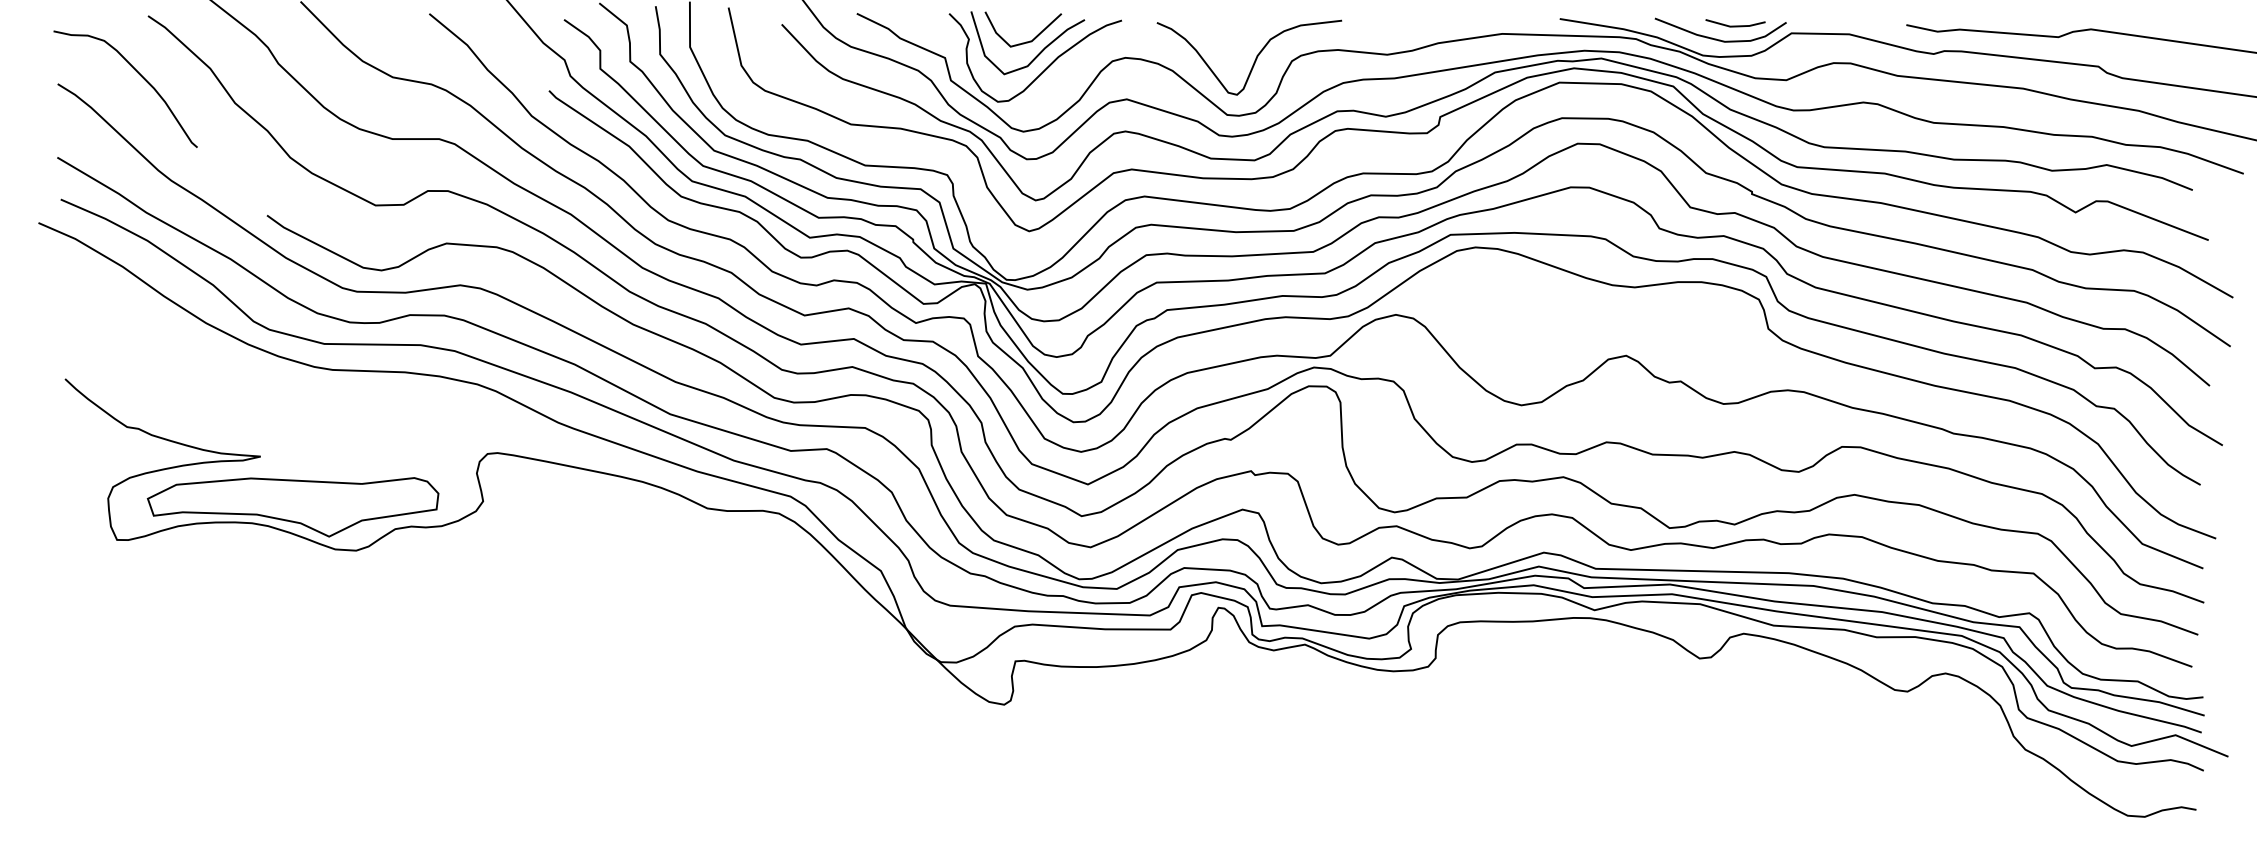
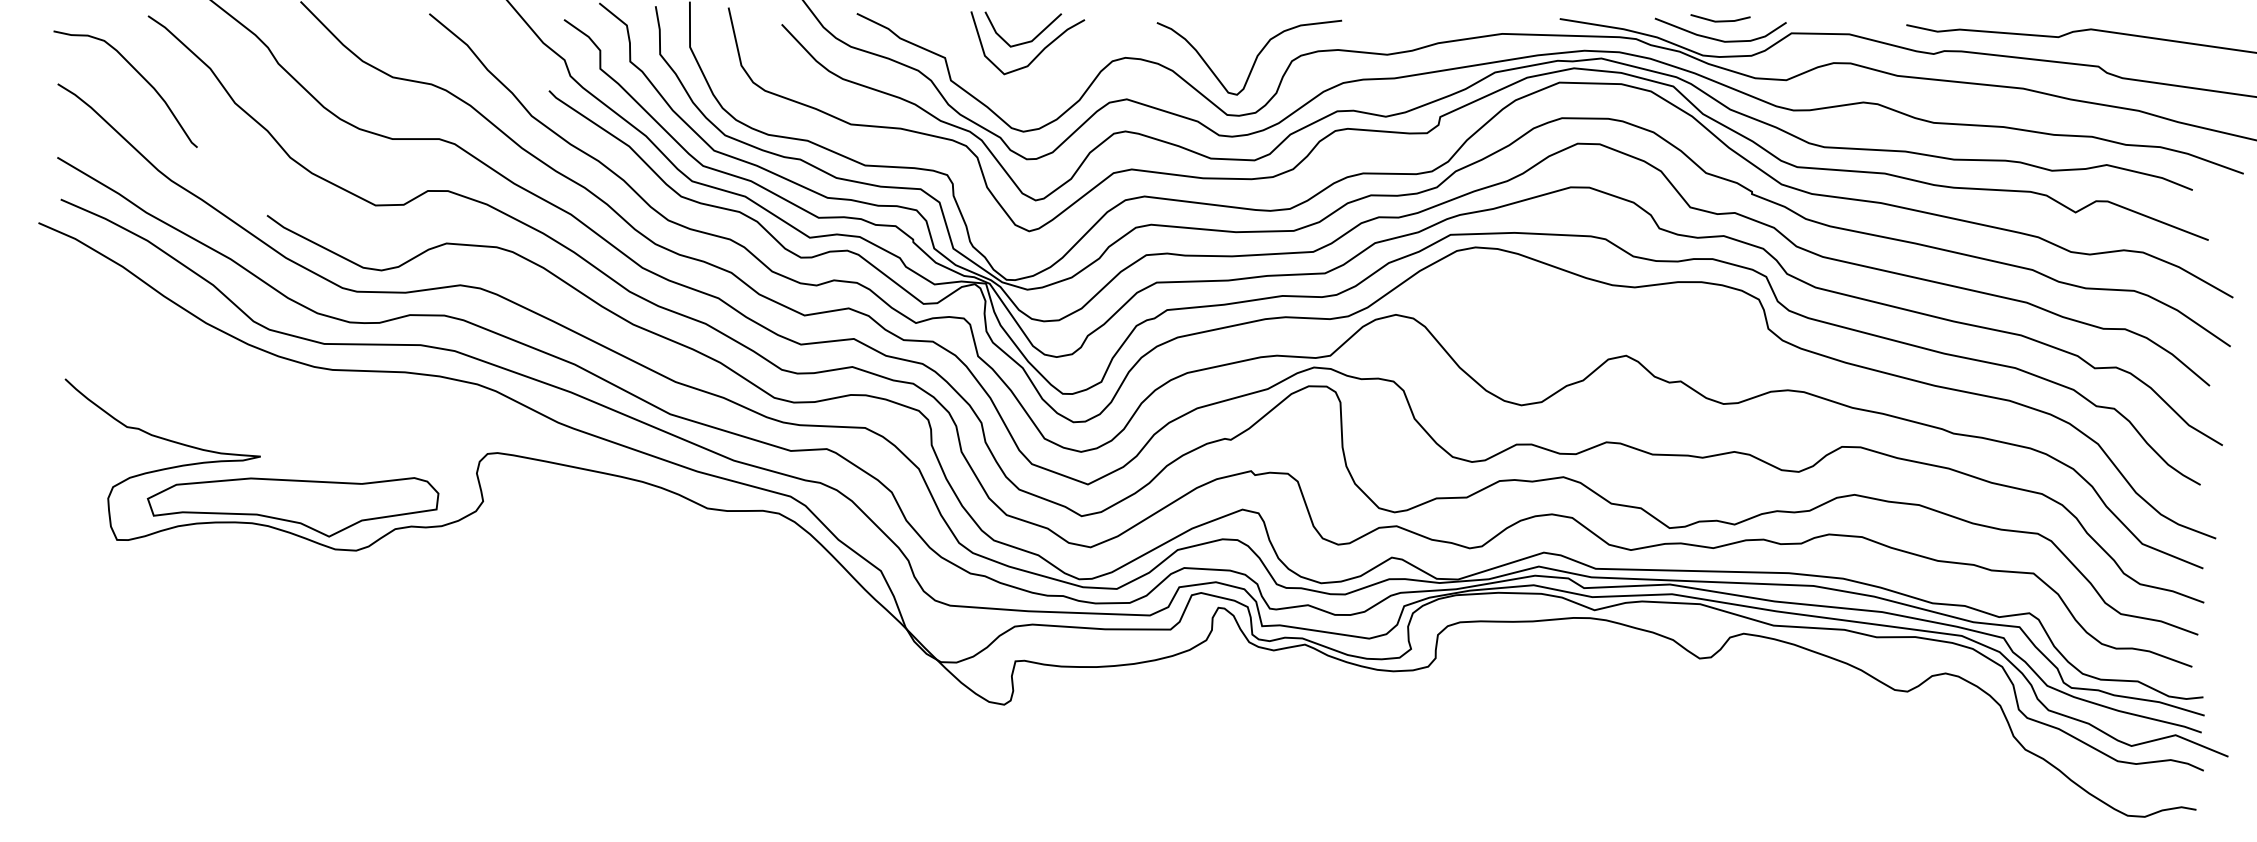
line at (1735, 25) position: (1735, 25) -> (1720, 20)
curve at (1046, 67): present -> none
